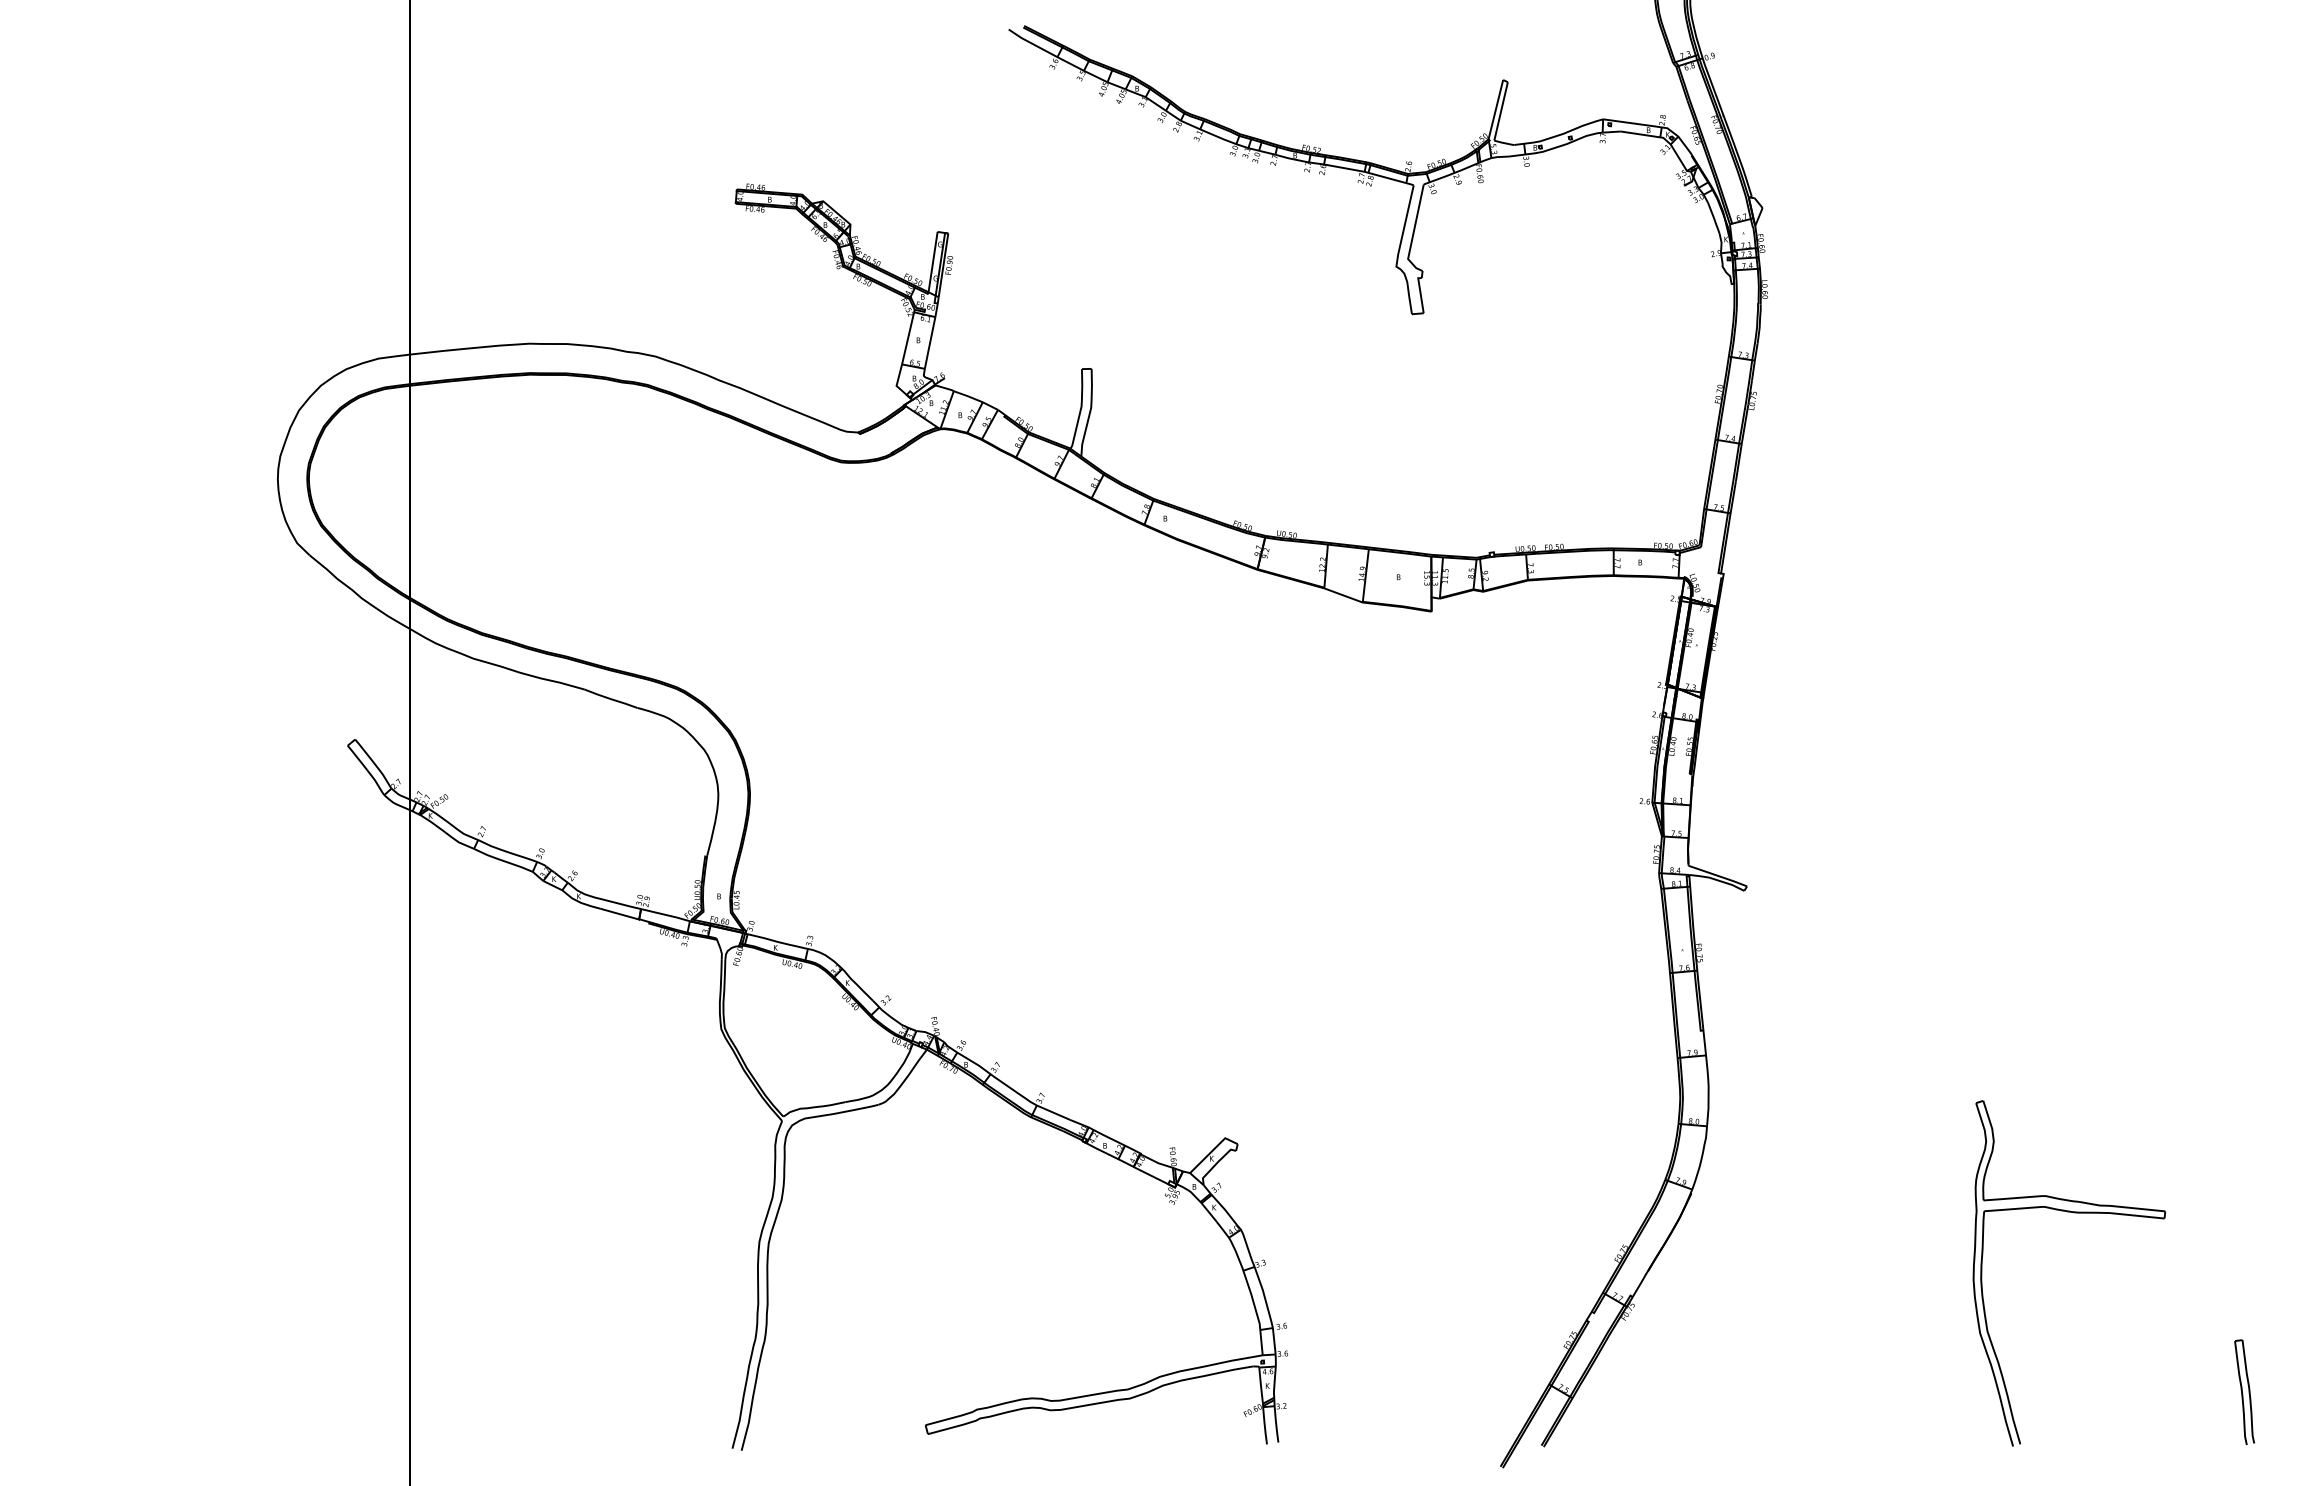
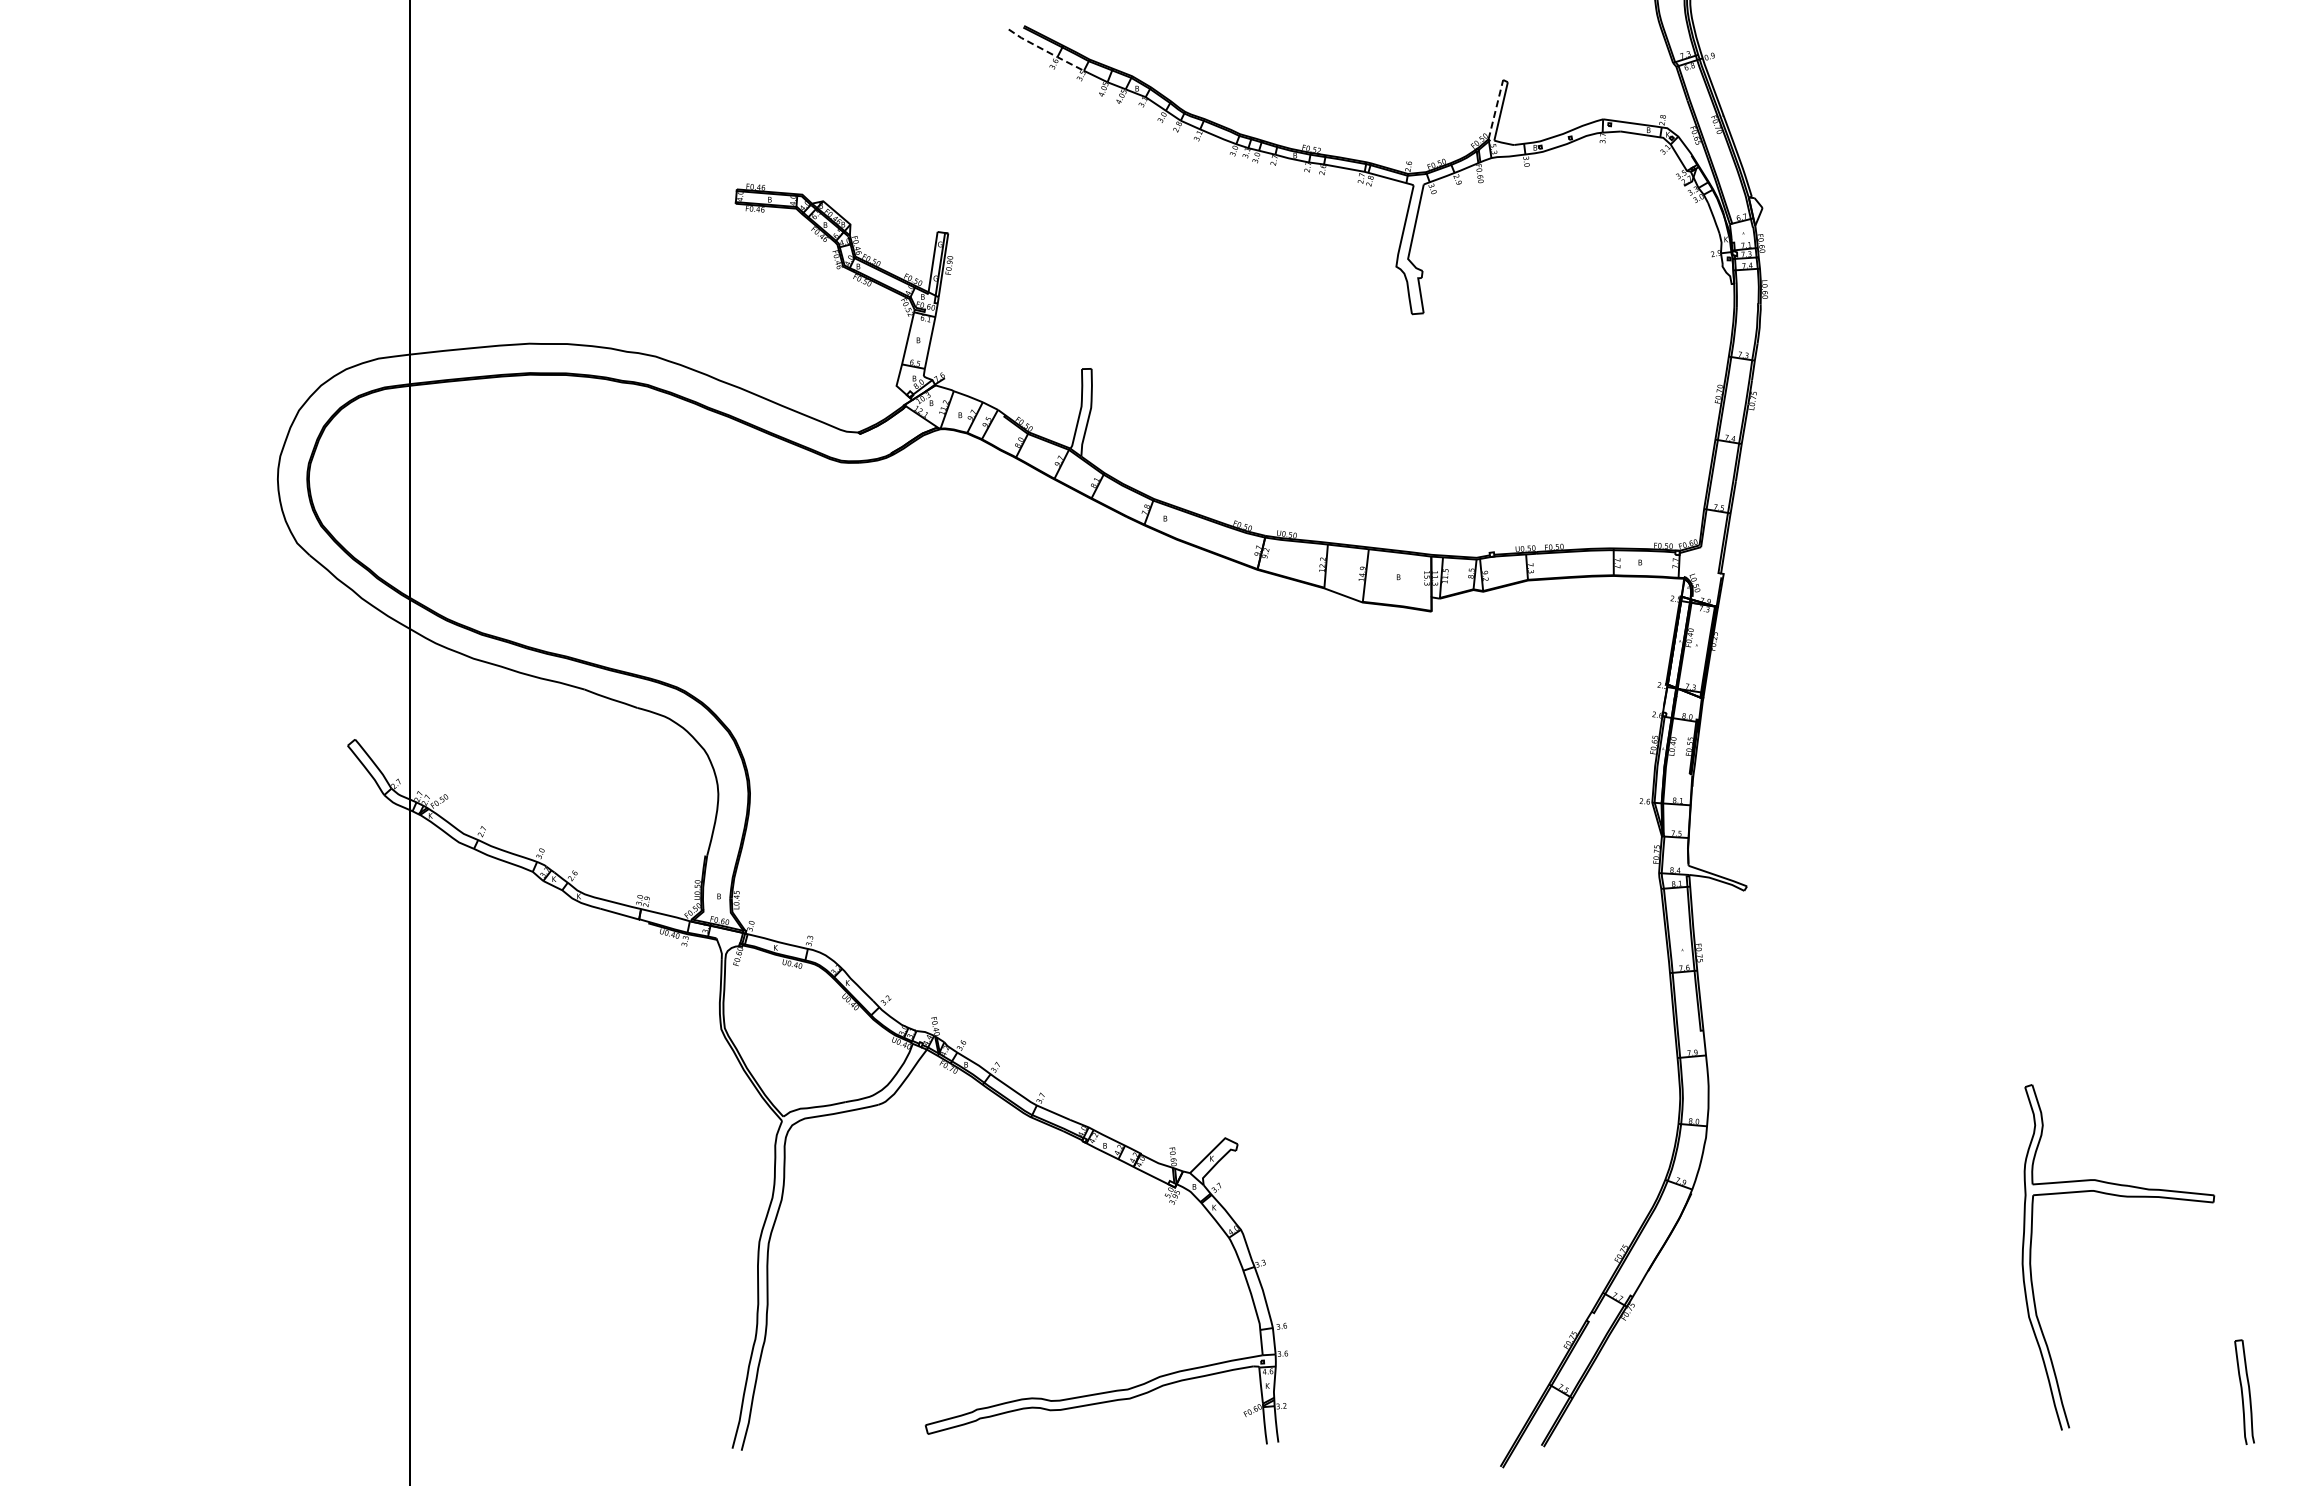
line at (1046, 51): solid -> dashed
line at (1495, 109): solid -> dashed
part at (2073, 1213) position: (2073, 1213) -> (2122, 1197)
